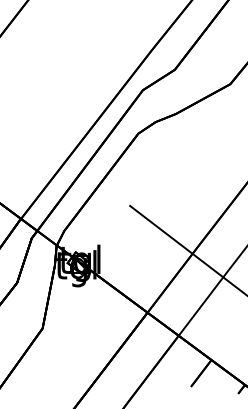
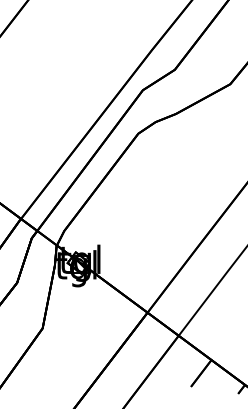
line at (187, 249): present -> none
